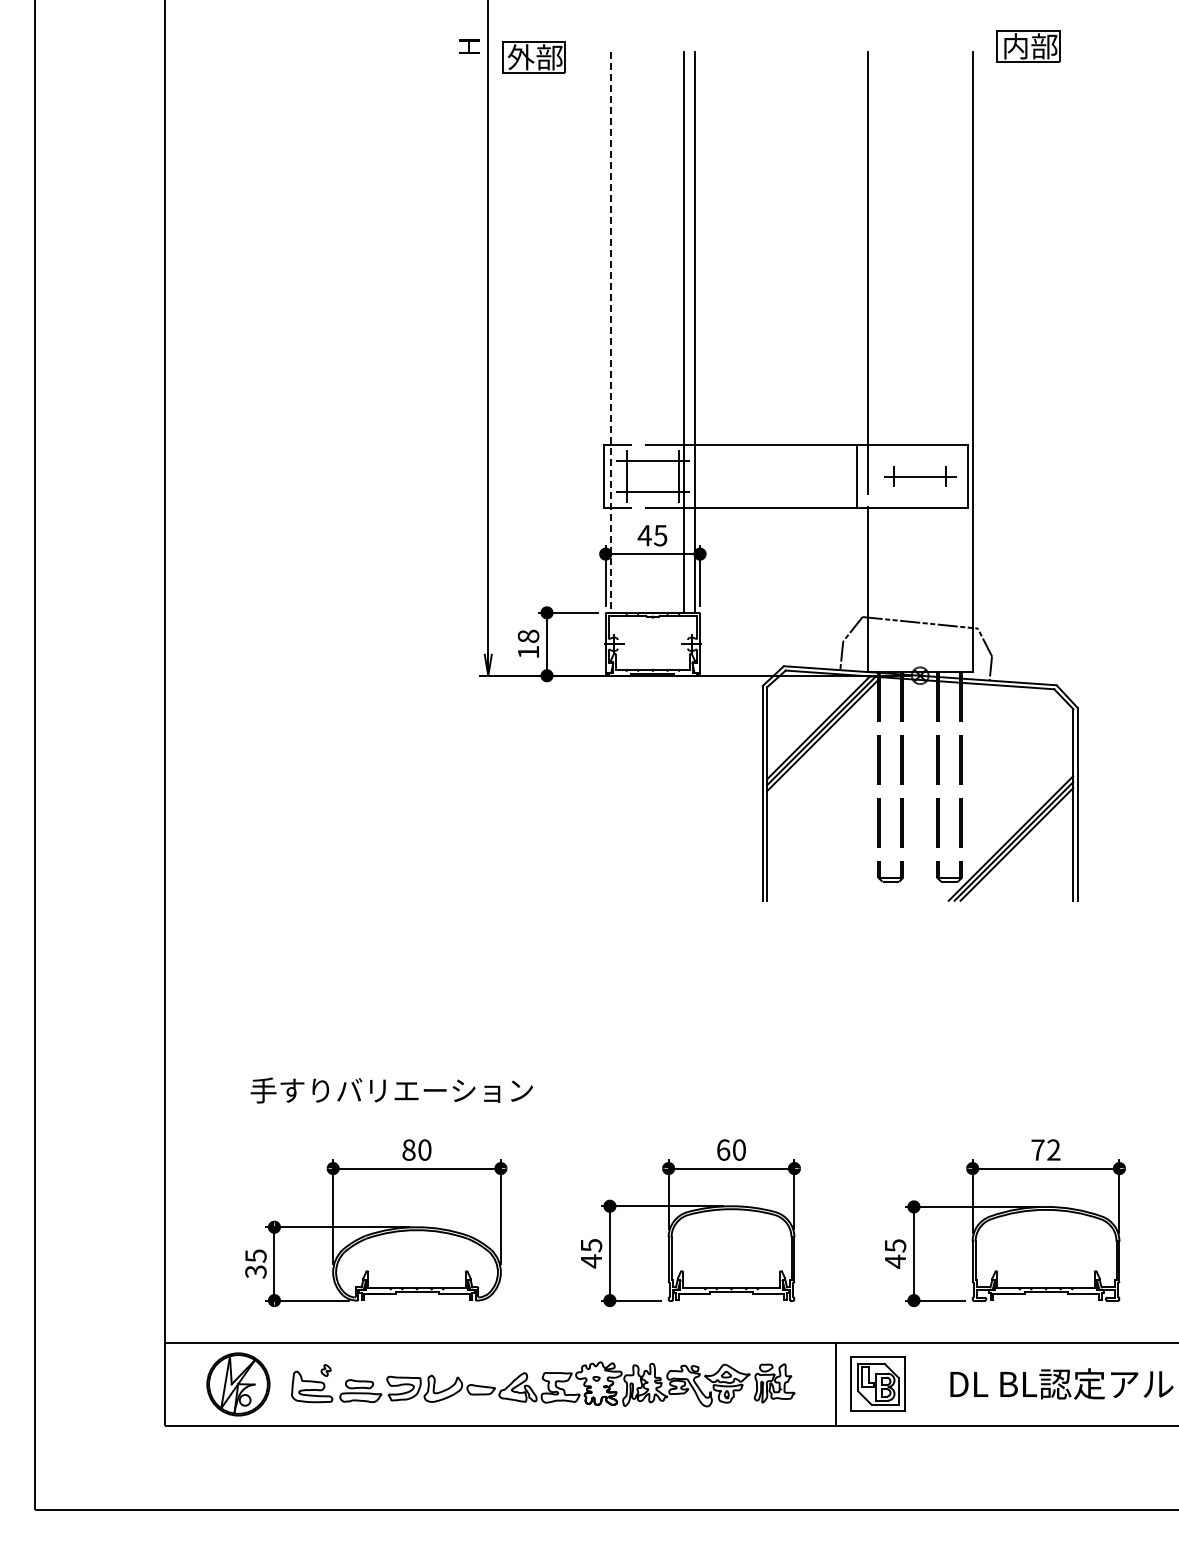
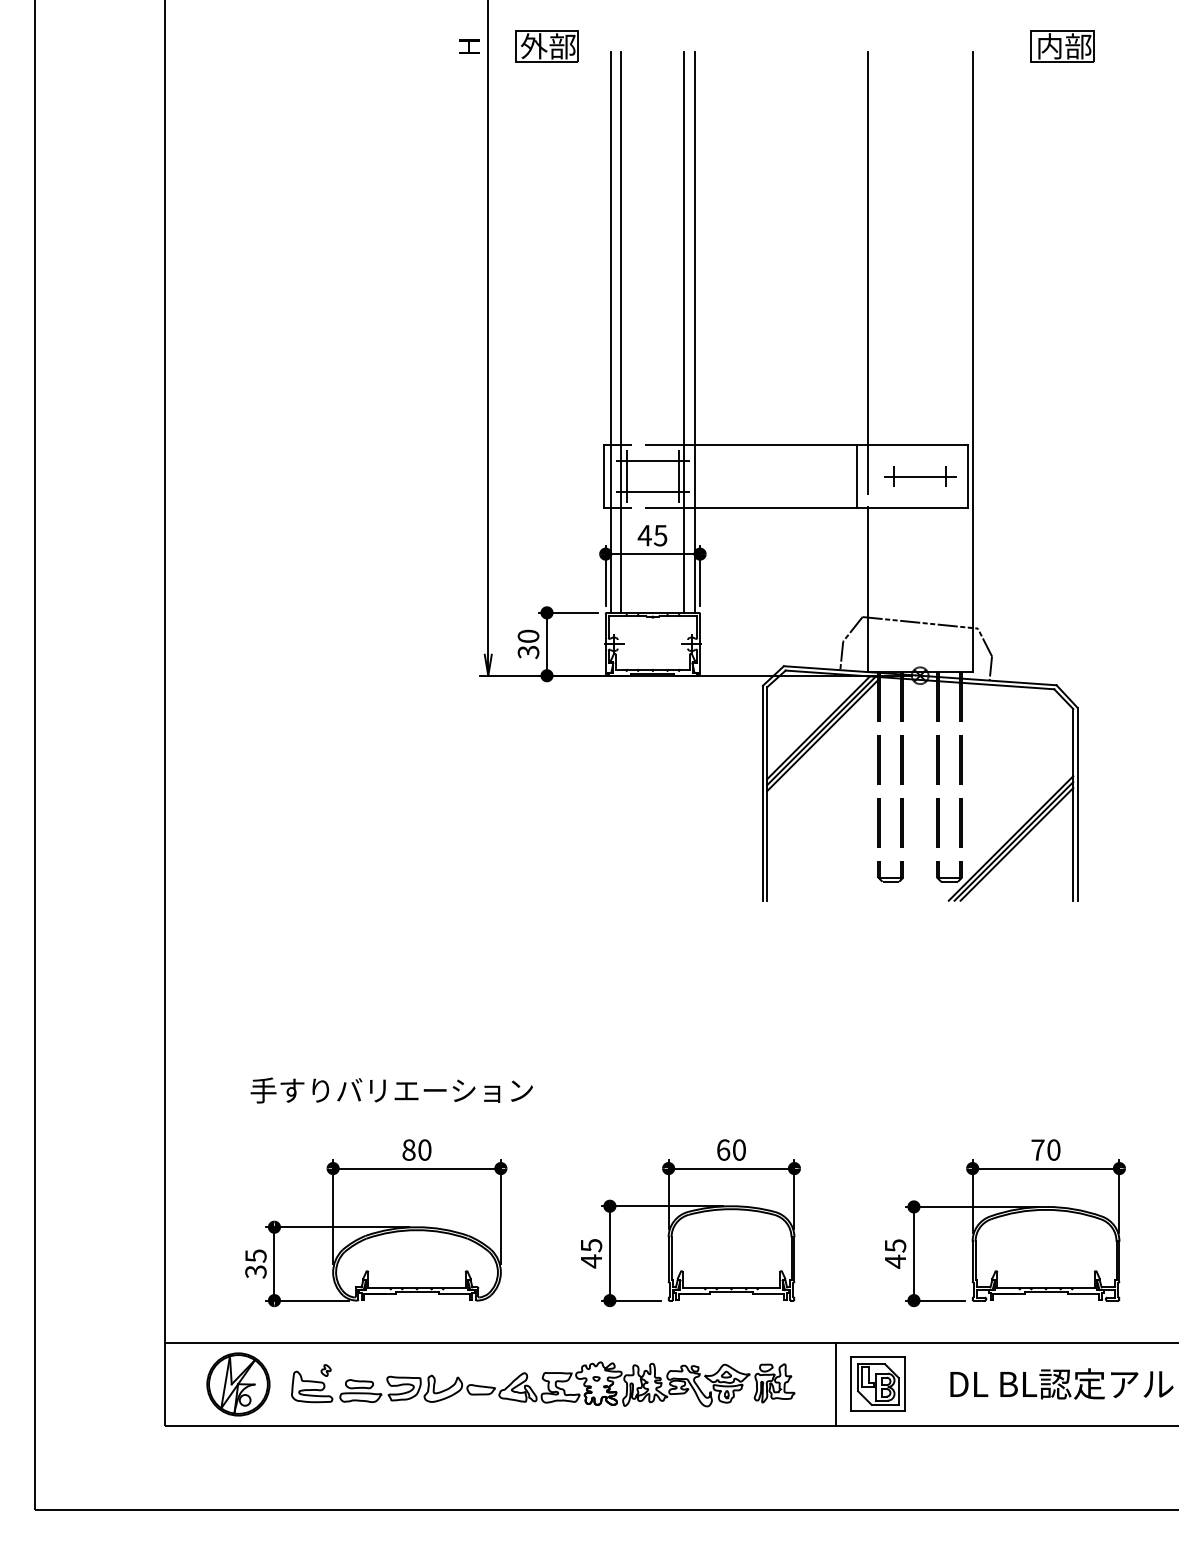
part at (1028, 46) position: (1028, 46) -> (1062, 46)
part at (533, 57) position: (533, 57) -> (546, 46)
line at (621, 331): none -> present
line at (610, 332): dashed -> solid
text at (528, 644): 18 -> 30
text at (1053, 1149): 72 -> 70
